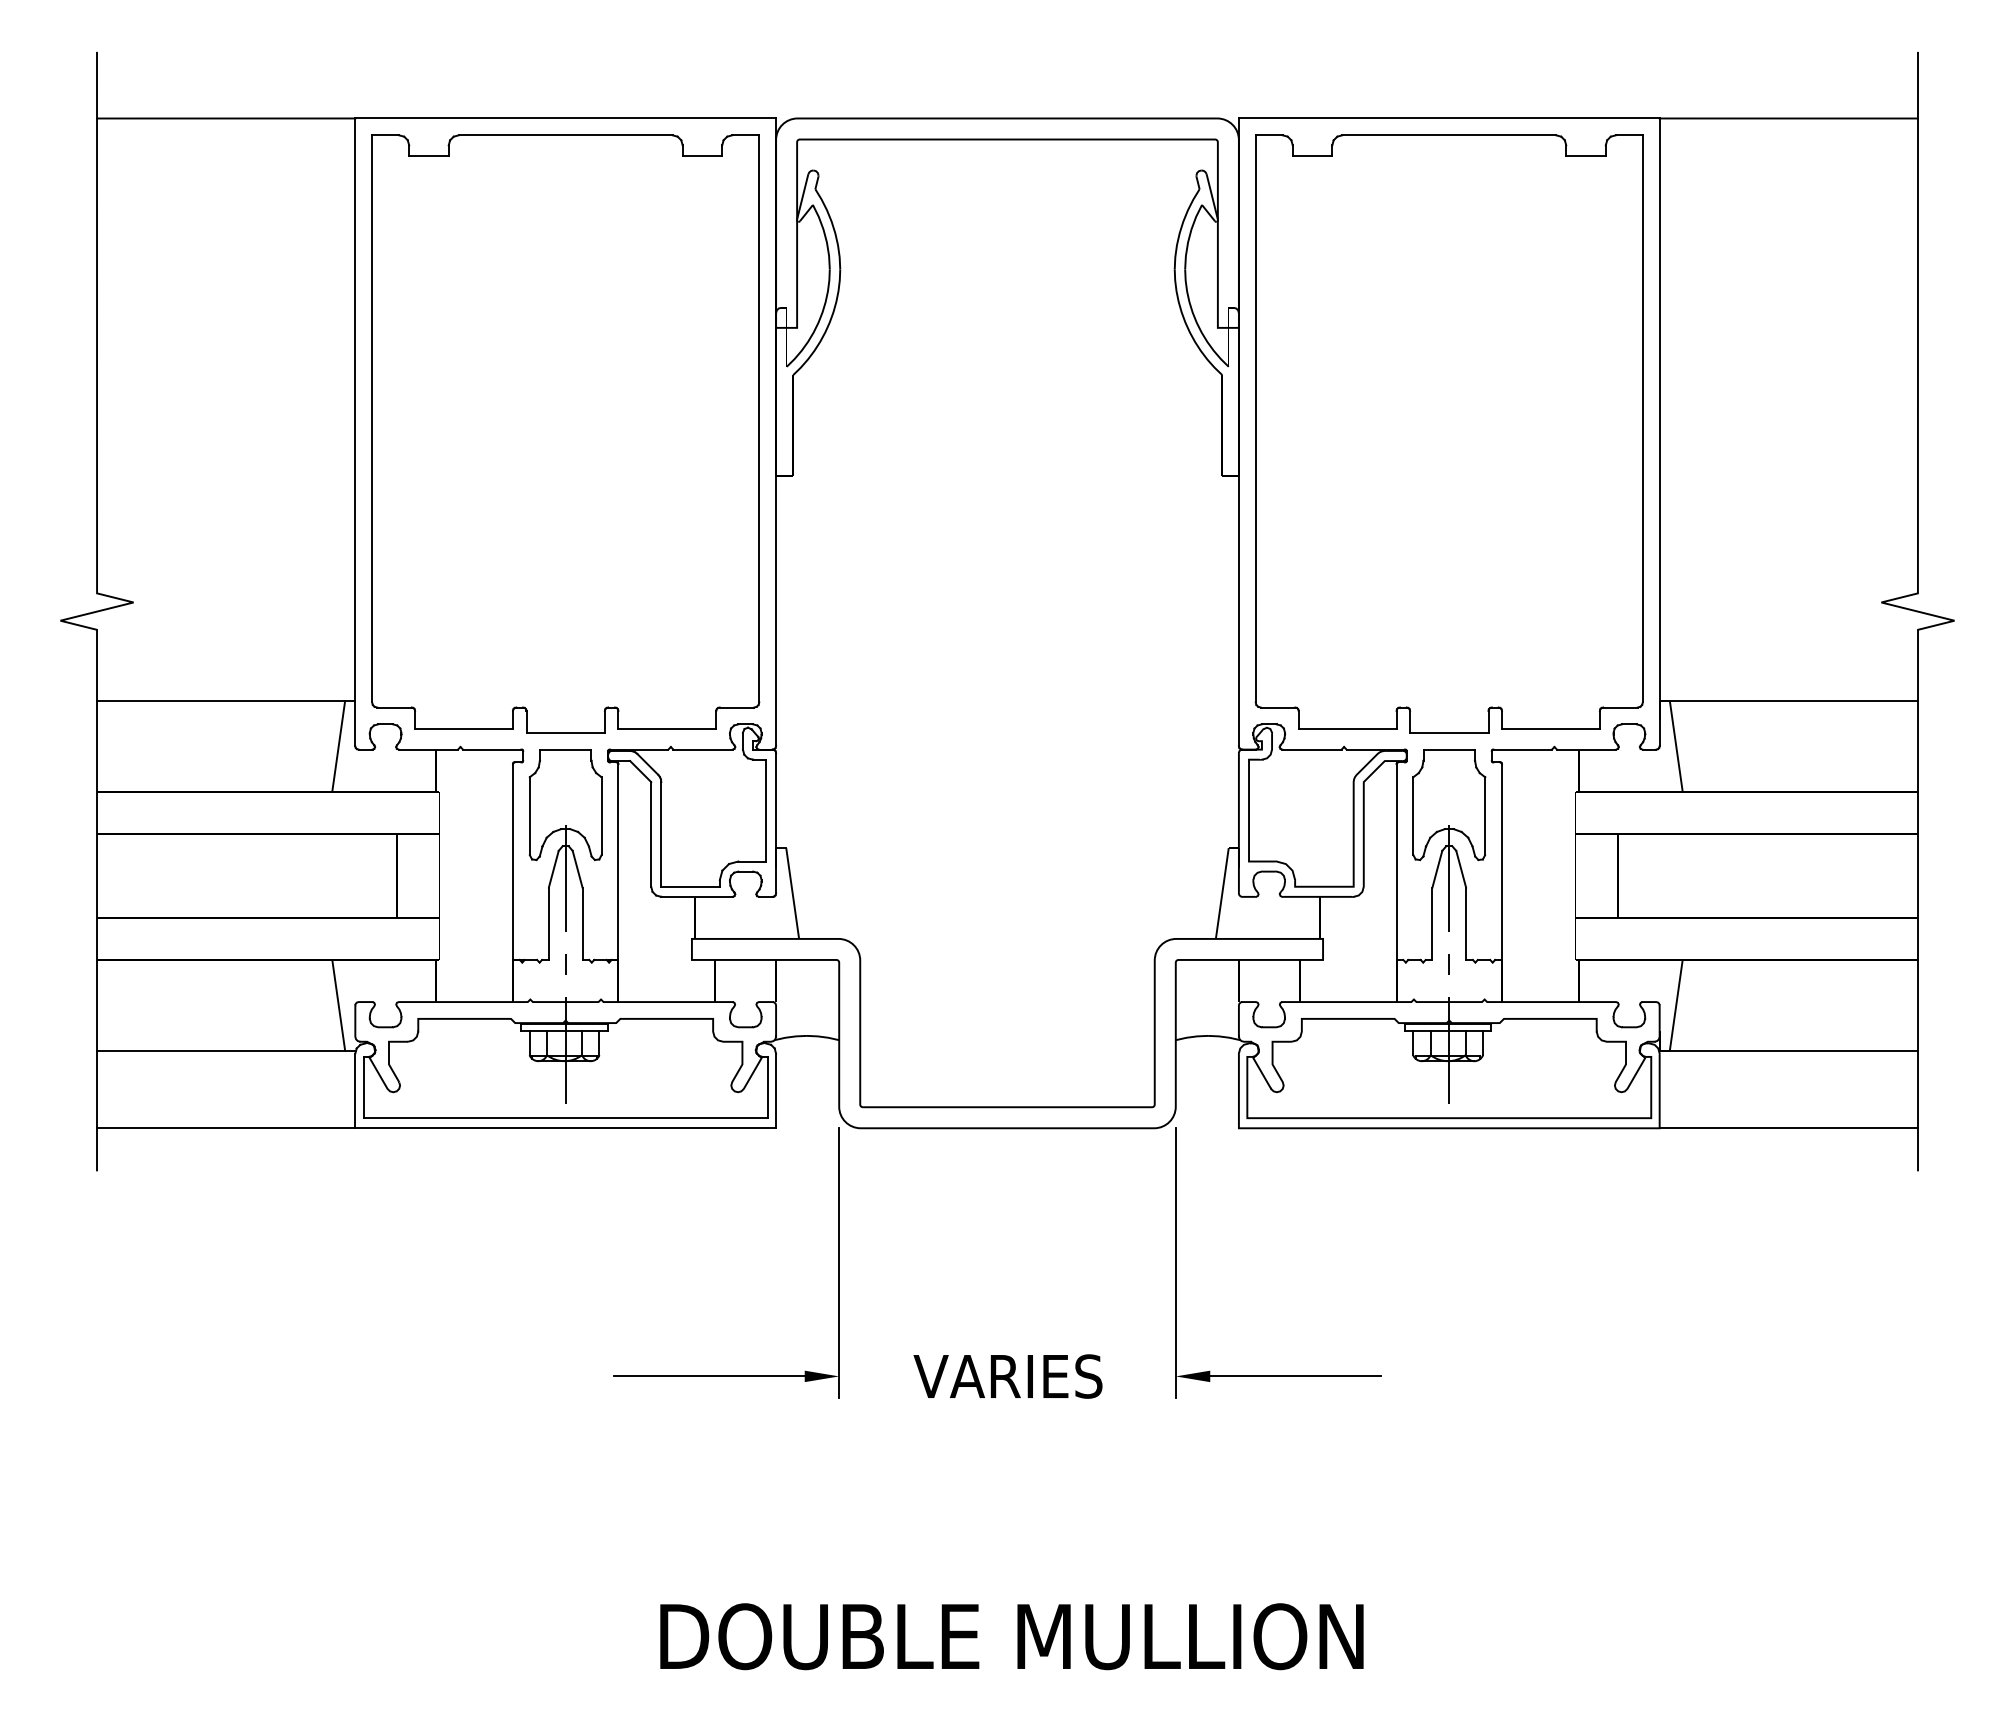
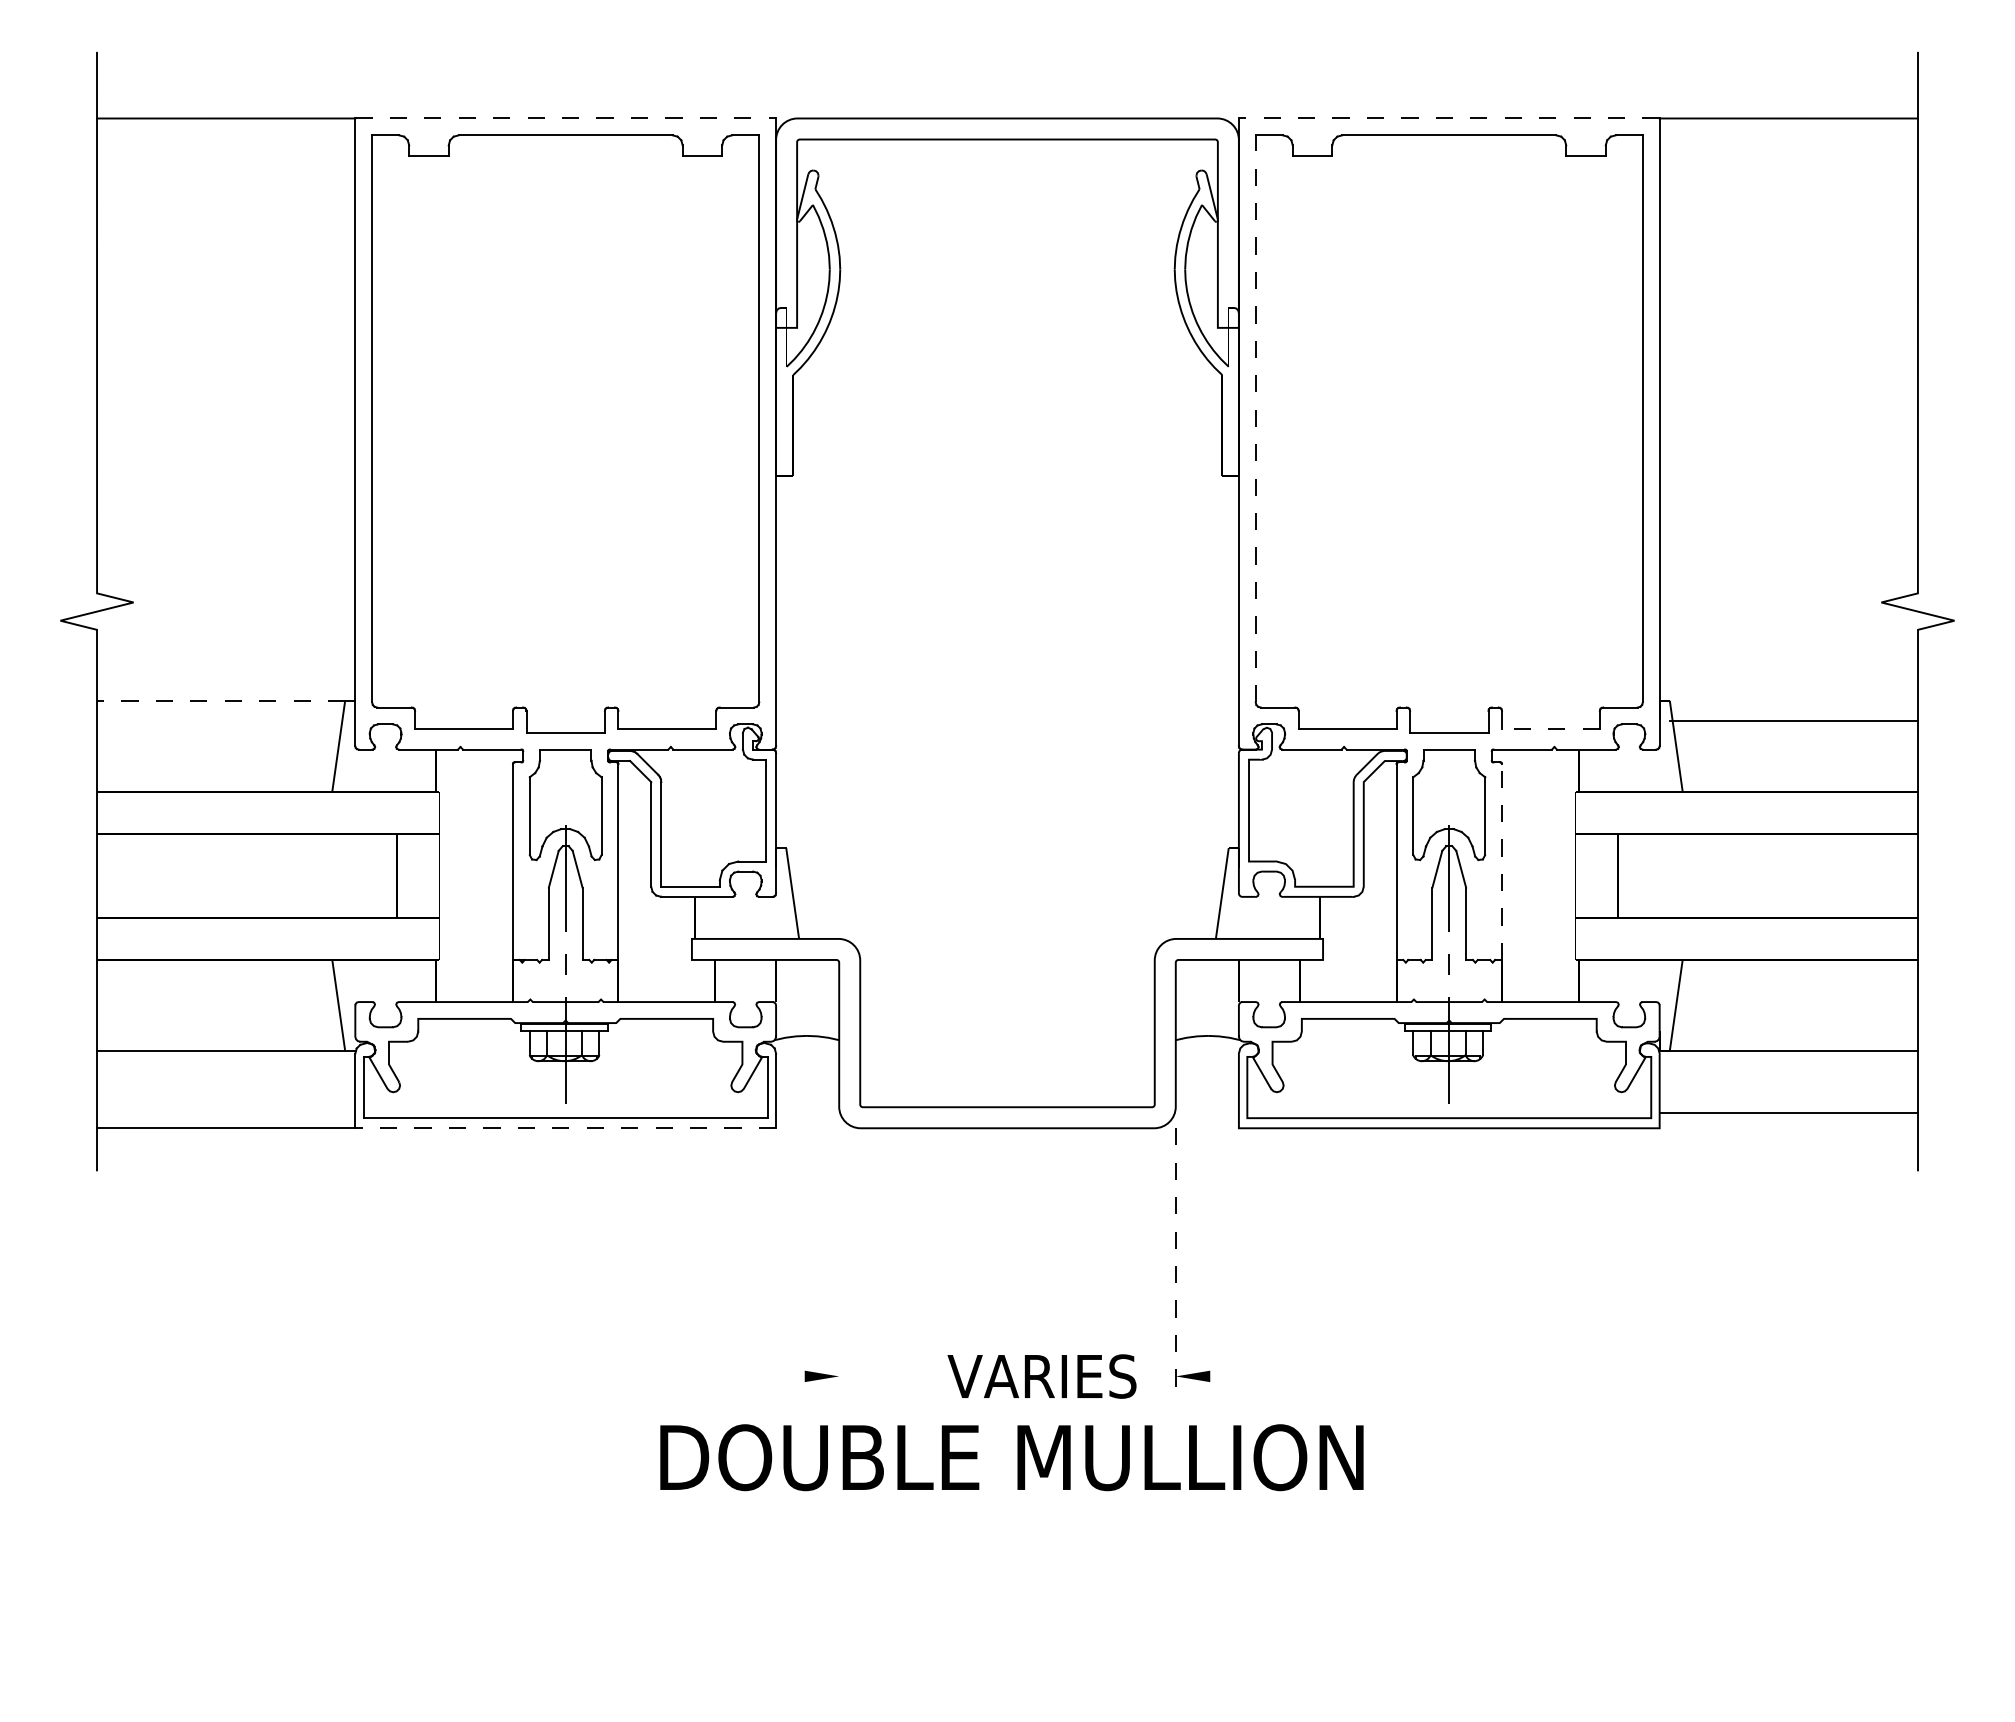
line at (566, 118): solid -> dashed
line at (1448, 118): solid -> dashed
line at (1255, 418): solid -> dashed
line at (220, 700): solid -> dashed
line at (1793, 700) position: (1793, 700) -> (1793, 720)
line at (1550, 728): solid -> dashed
line at (1501, 862): solid -> dashed
line at (565, 1128): solid -> dashed
line at (1788, 1128) position: (1788, 1128) -> (1788, 1113)
line at (839, 1262): present -> none
line at (1175, 1263): solid -> dashed
line at (709, 1376): present -> none
text at (1007, 1376) position: (1007, 1376) -> (1041, 1376)
line at (1295, 1376): present -> none
text at (1011, 1636) position: (1011, 1636) -> (1011, 1457)
